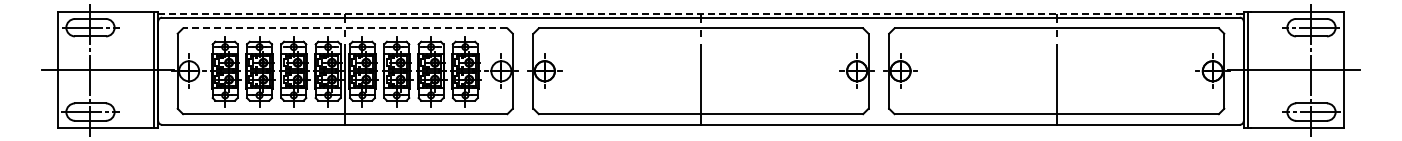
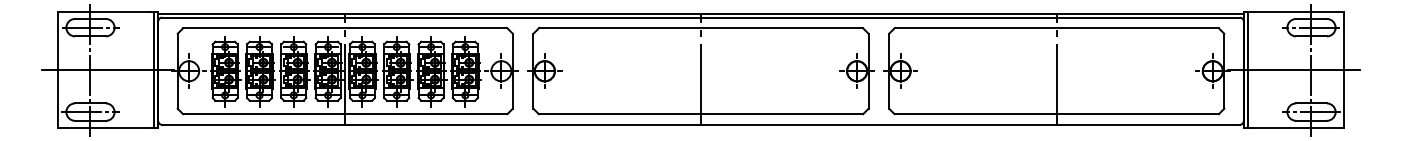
line at (700, 13): dashed -> solid
line at (344, 28): dashed -> solid
